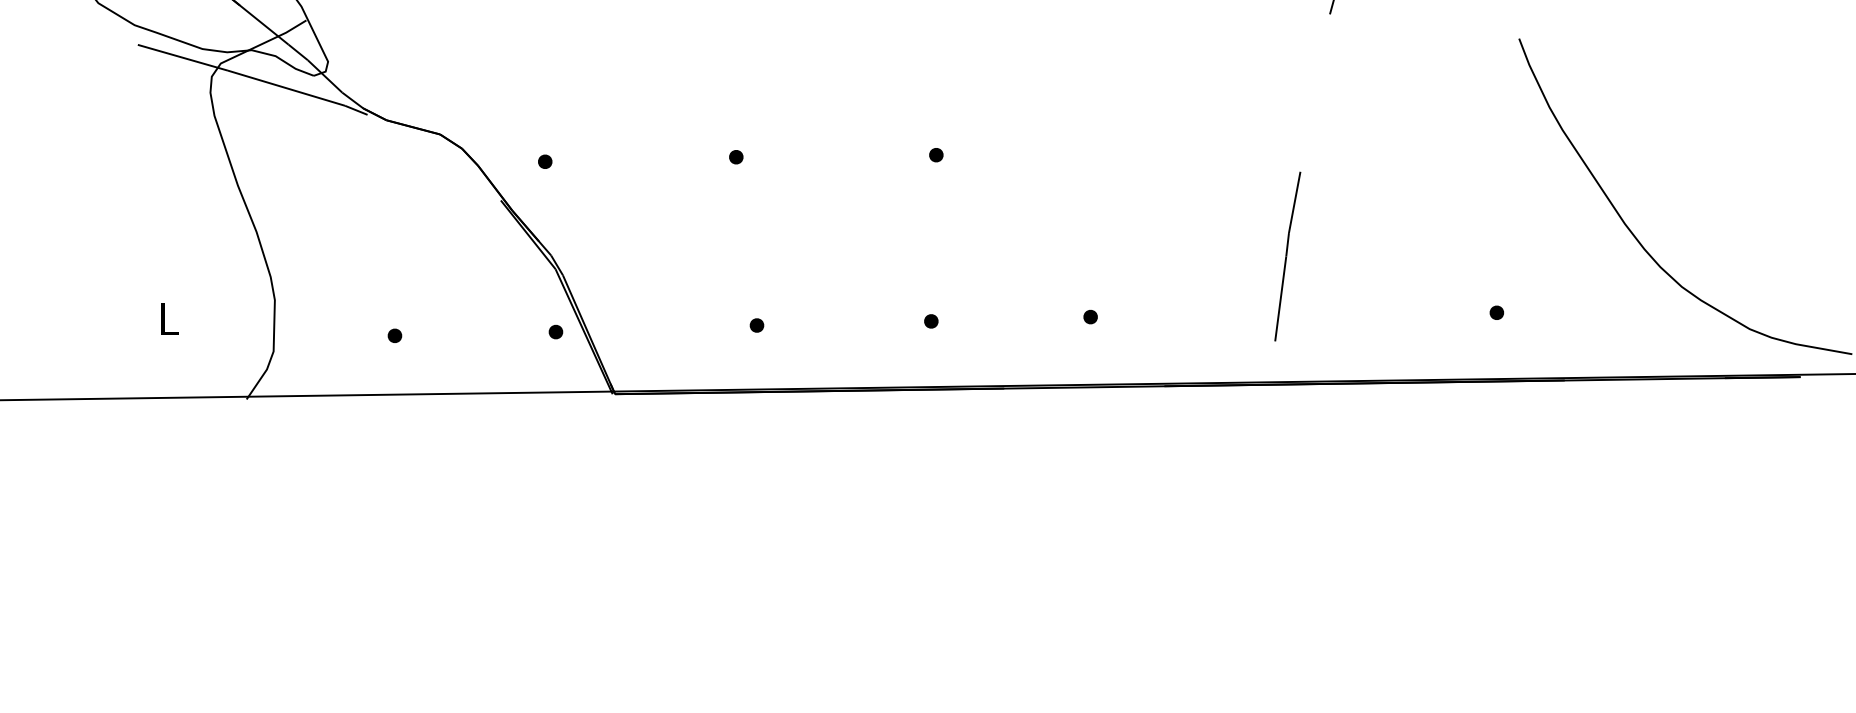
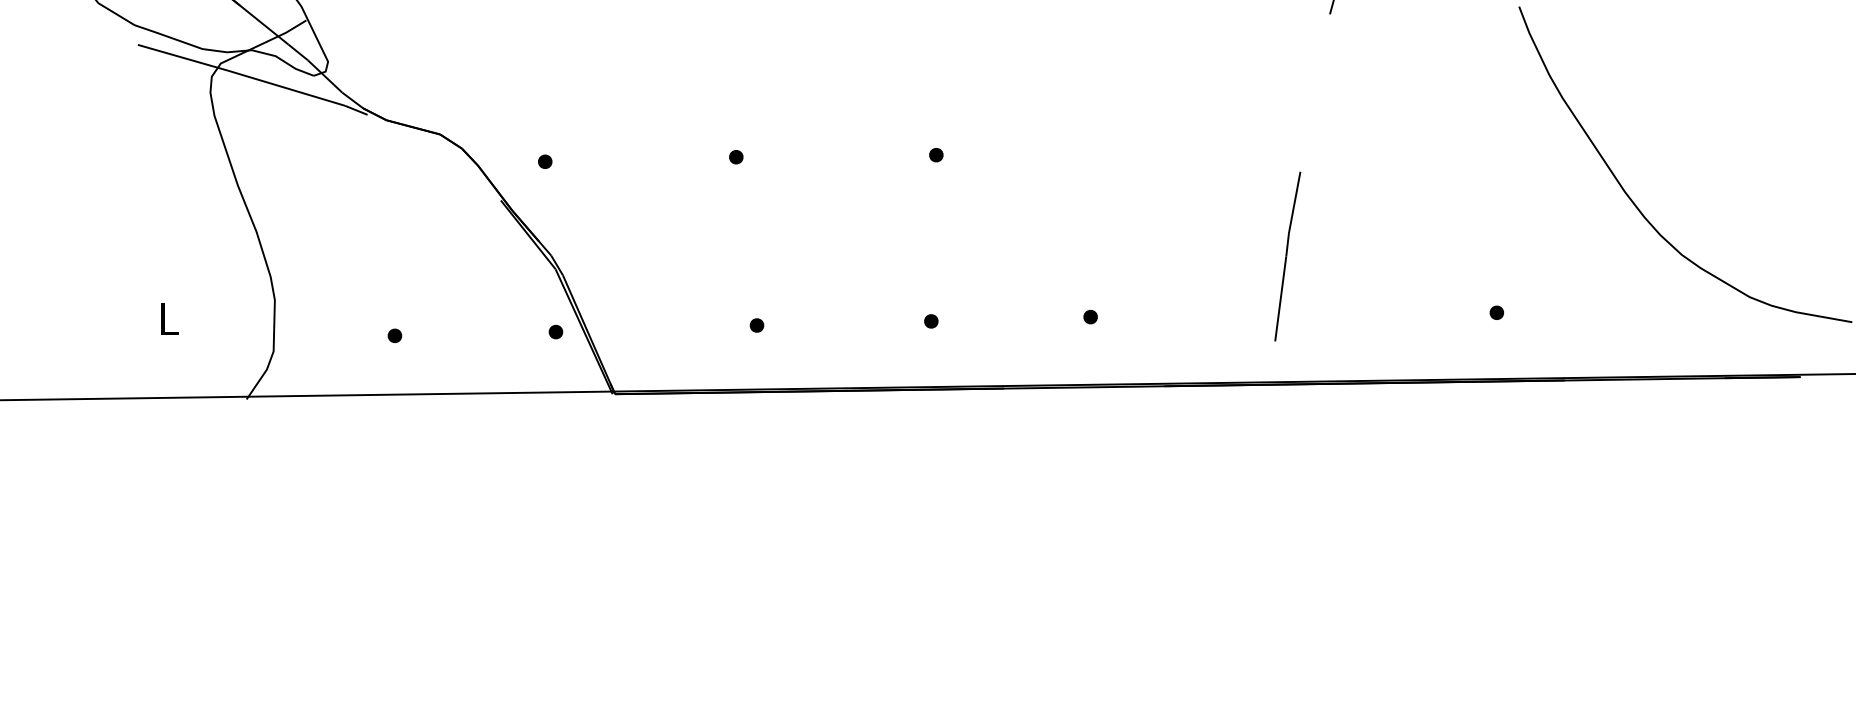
curve at (1635, 235) position: (1635, 235) -> (1635, 203)
